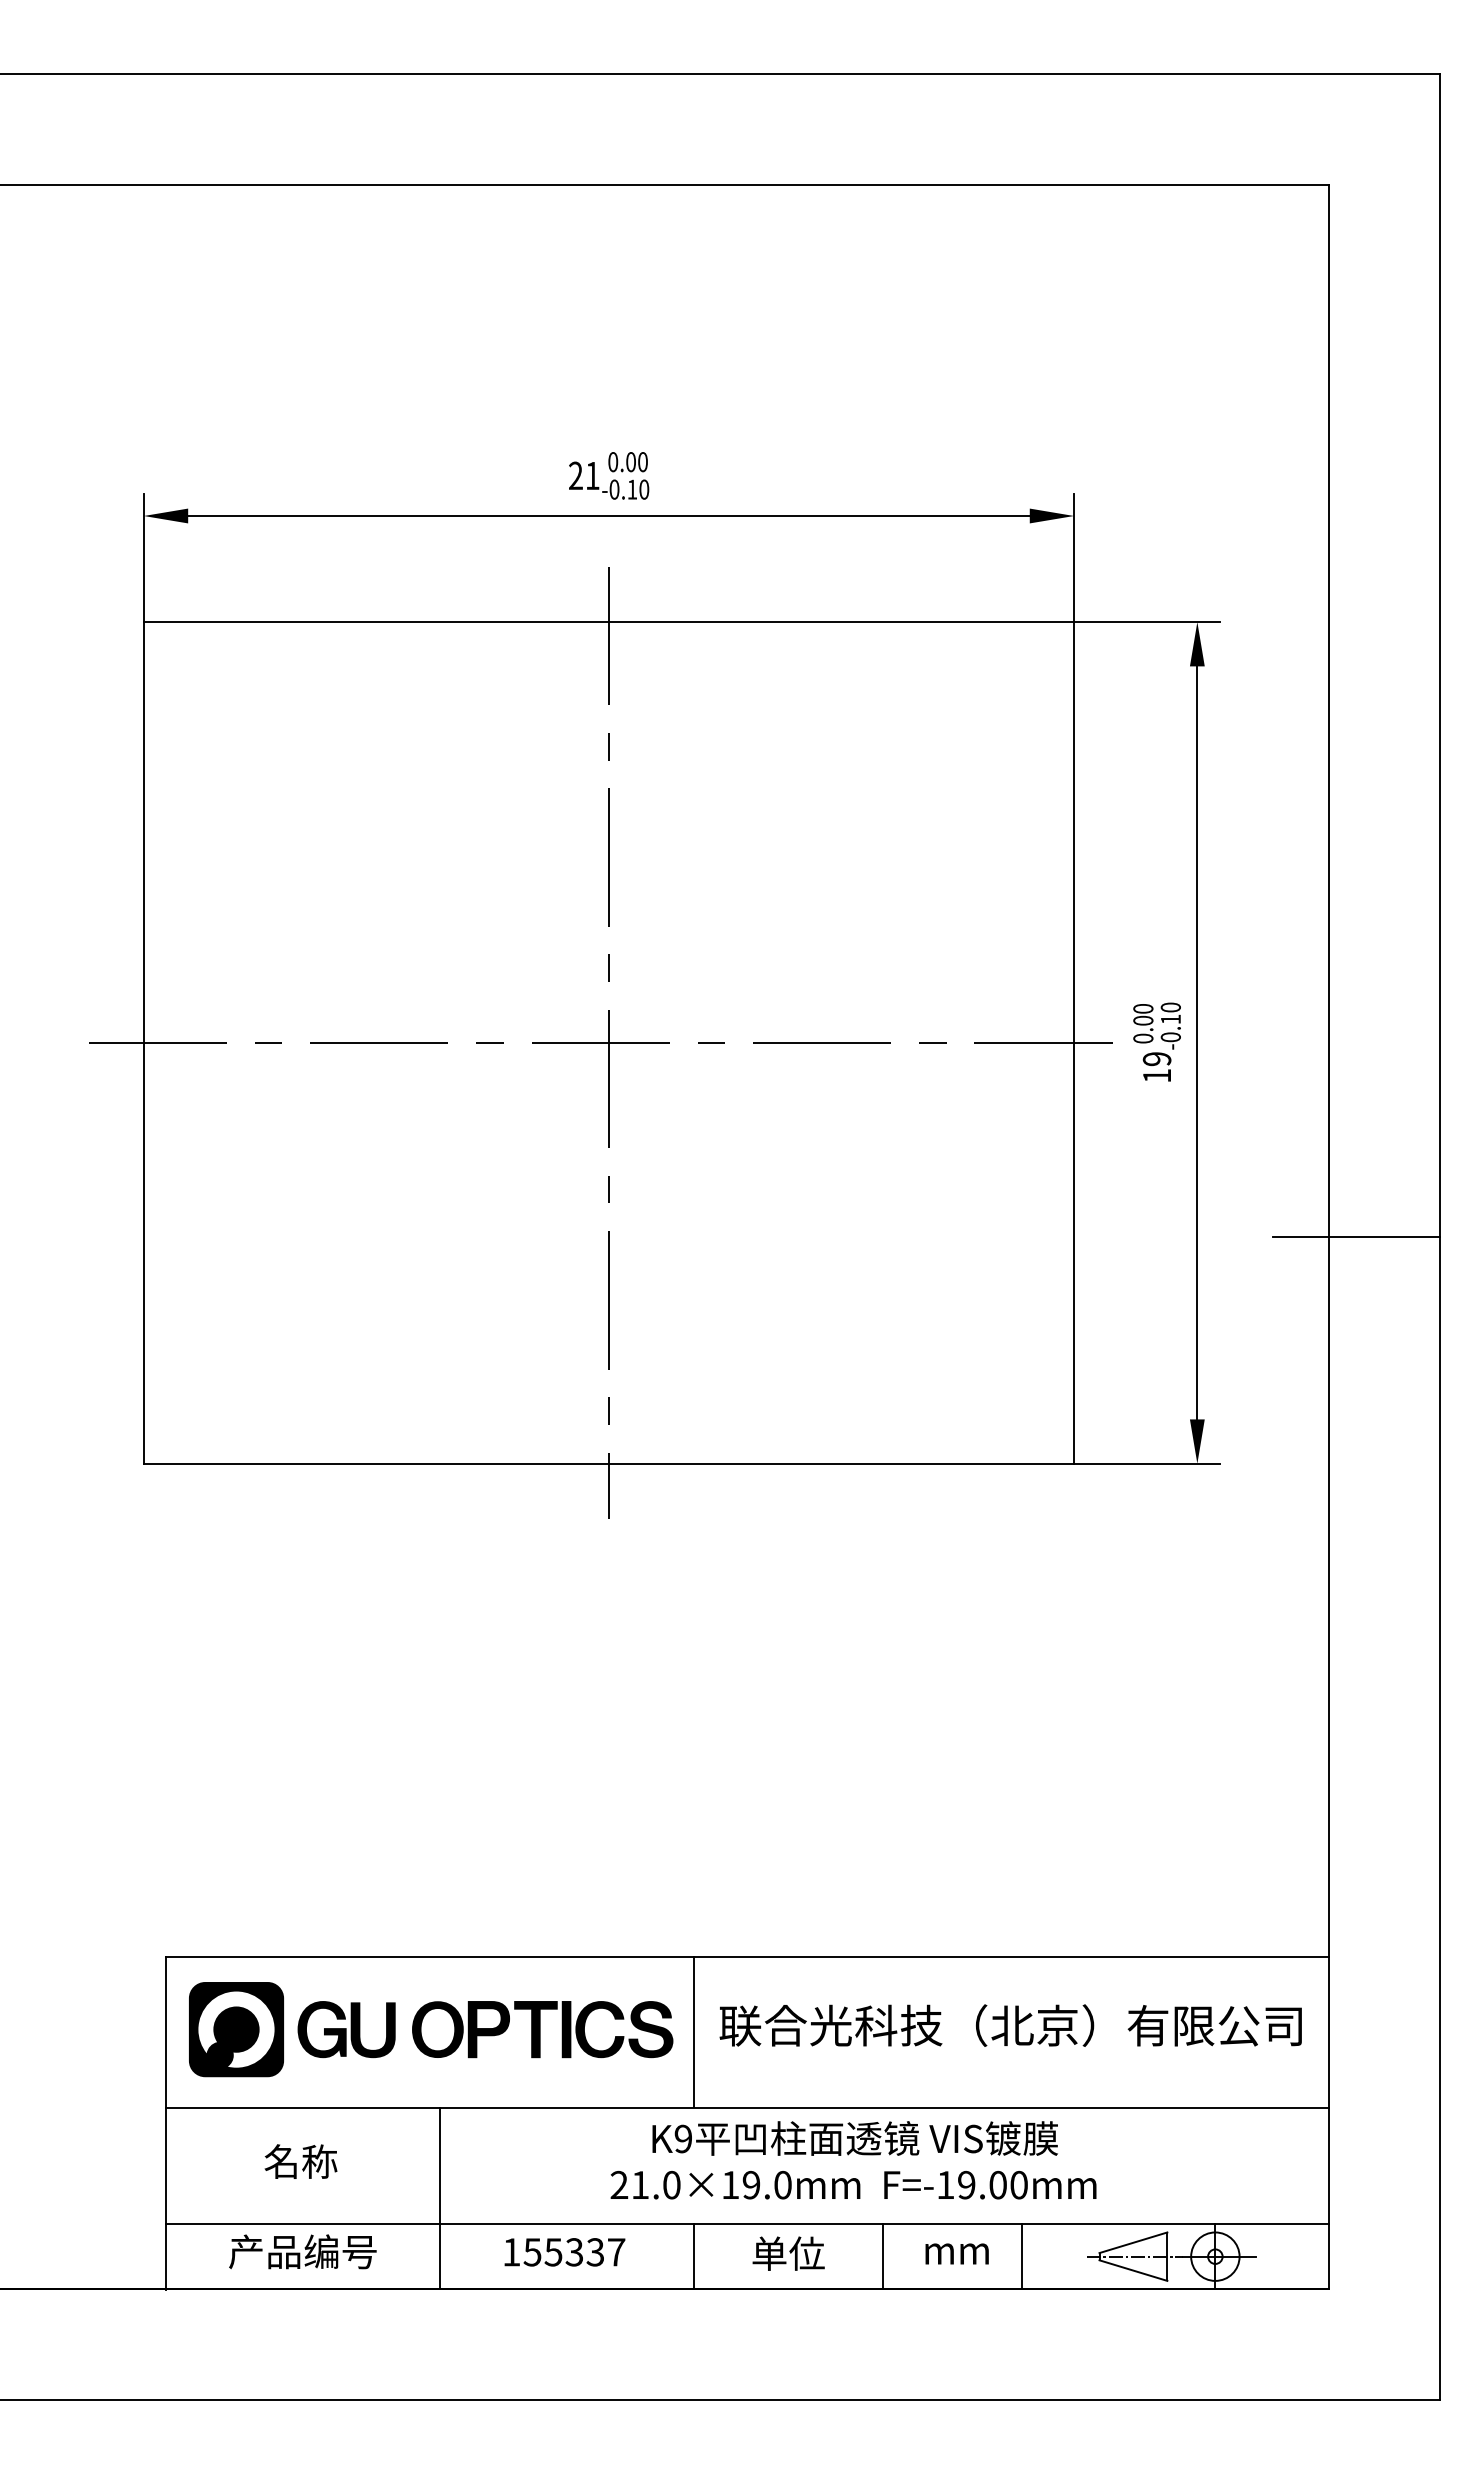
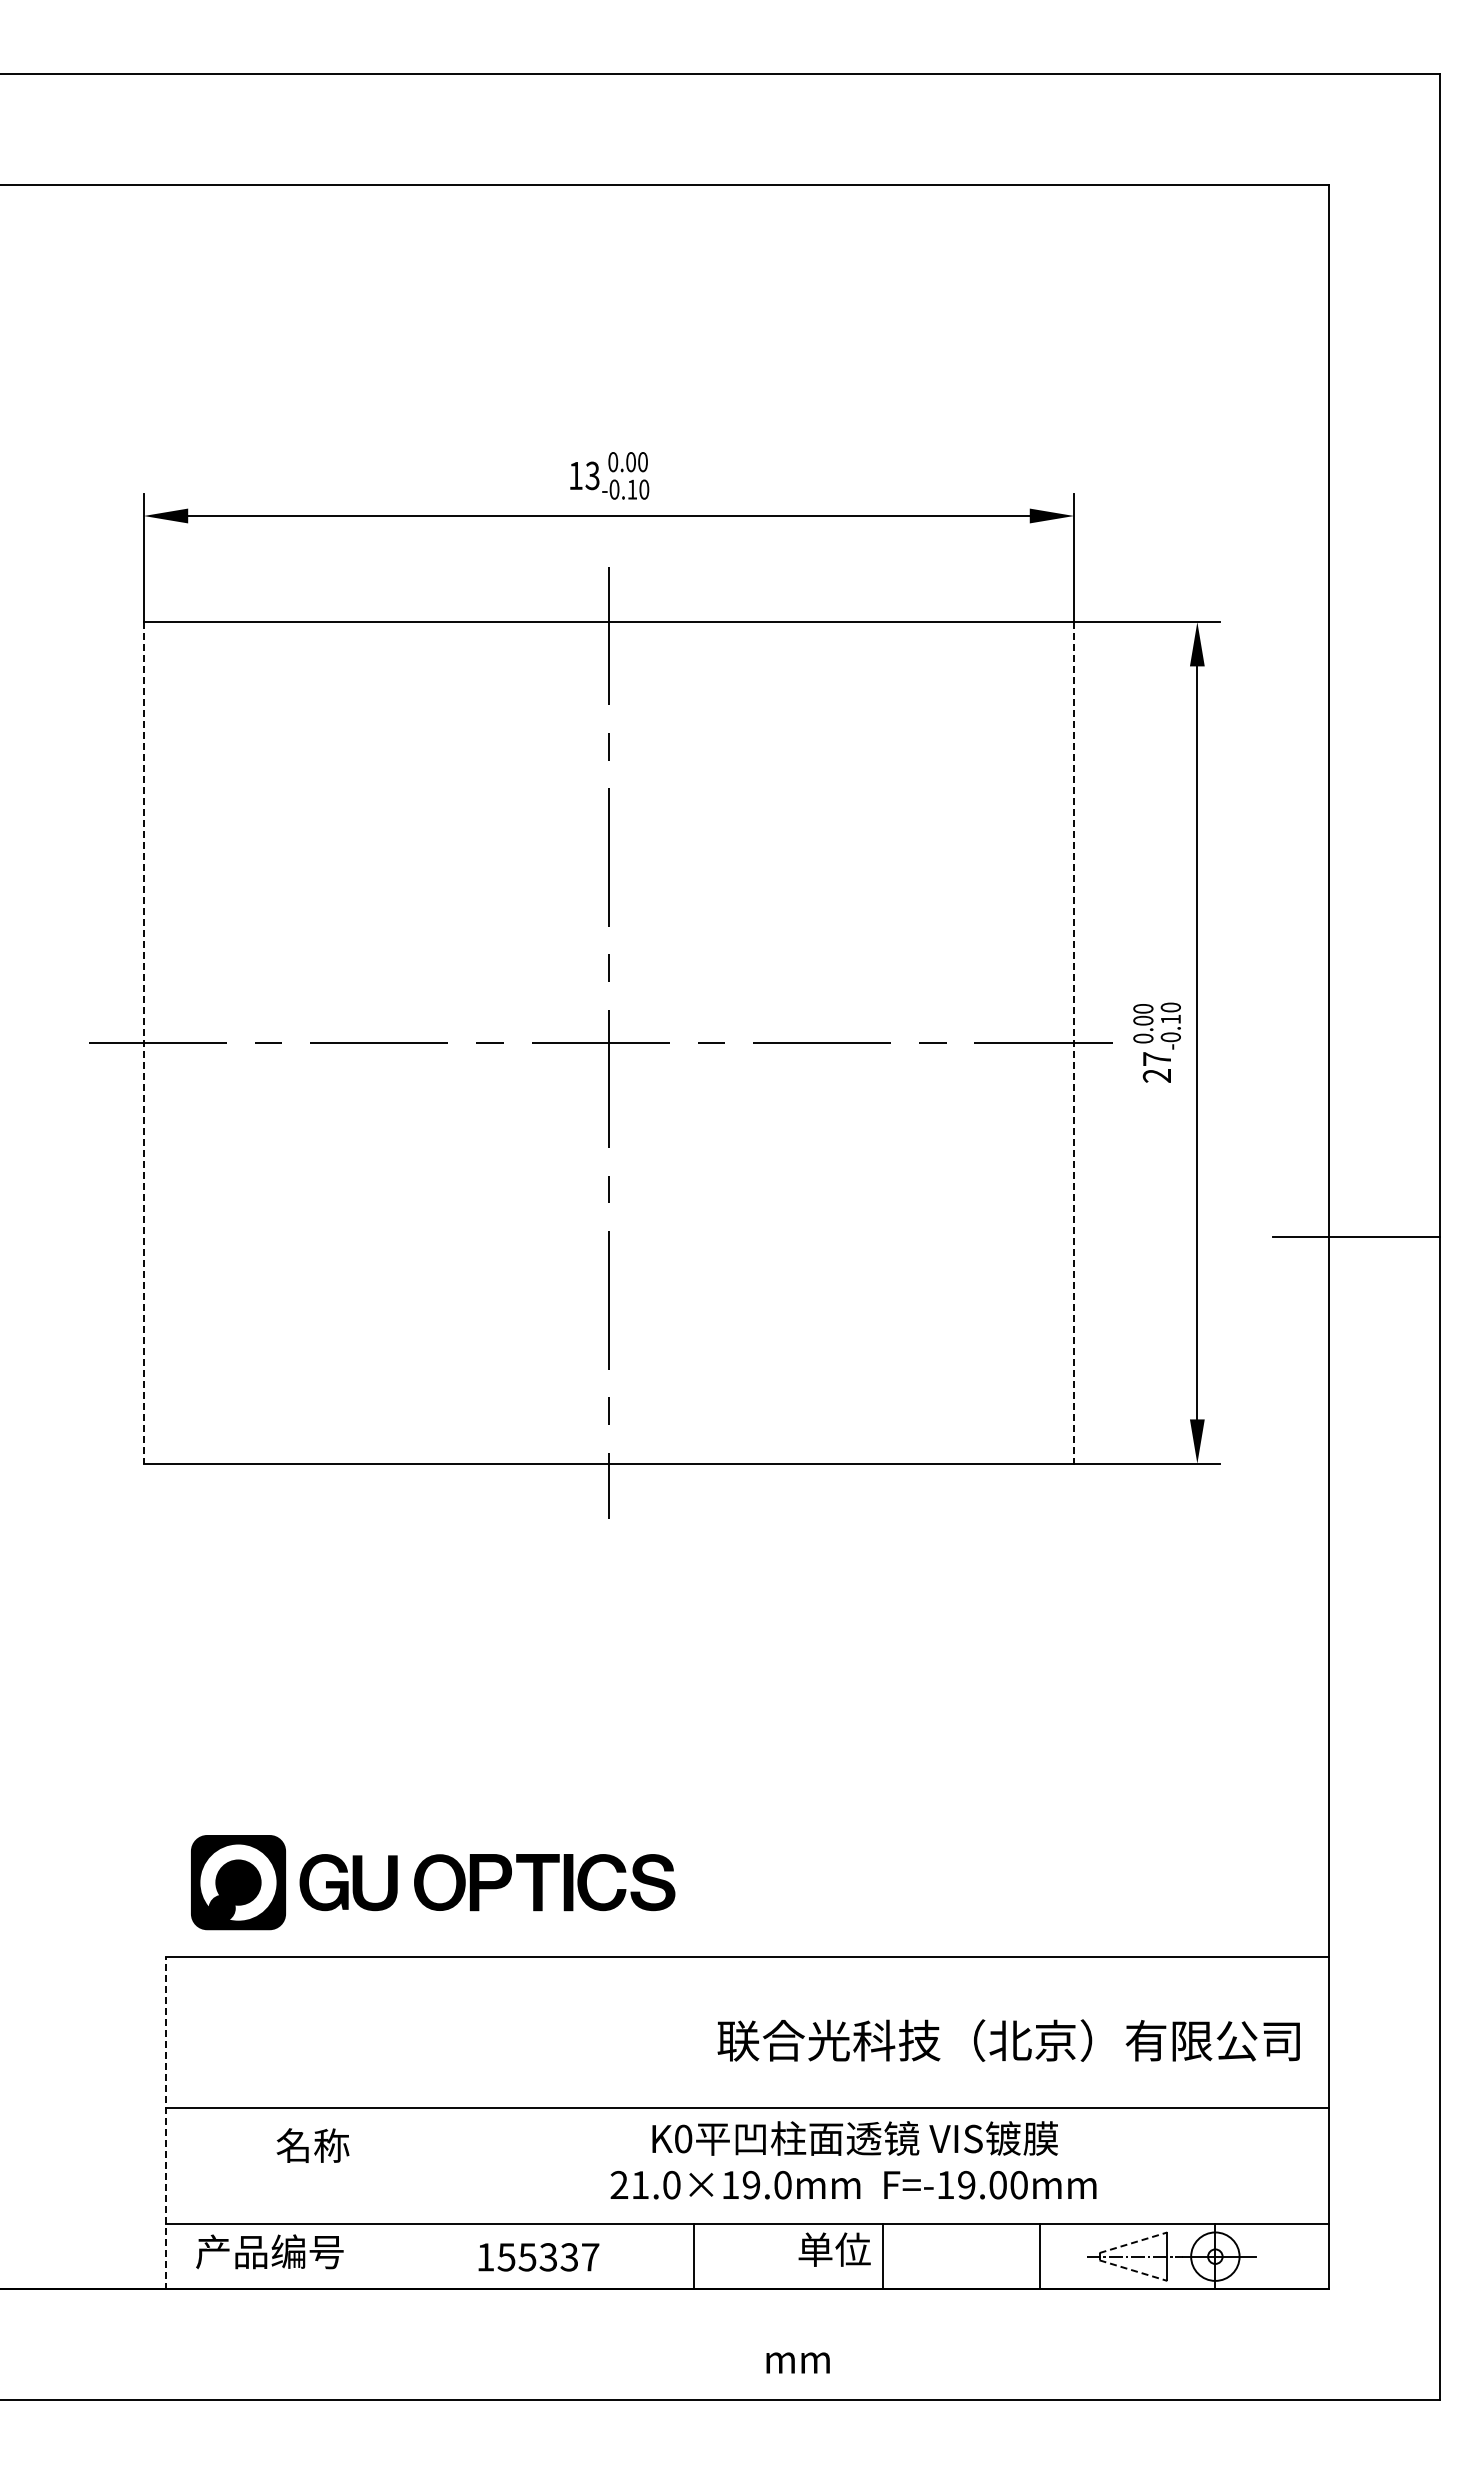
text at (584, 475): 21 -> 13
line at (143, 1042): solid -> dashed
line at (1074, 1042): solid -> dashed
text at (1156, 1067): 19 -> 27
text at (1010, 2025) position: (1010, 2025) -> (1008, 2040)
part at (431, 2029) position: (431, 2029) -> (433, 1882)
line at (693, 2031): present -> none
line at (166, 2123): solid -> dashed
text at (683, 2138): K9 -> K0
text at (300, 2161) position: (300, 2161) -> (312, 2145)
line at (440, 2198): present -> none
line at (1133, 2242): solid -> dashed
text at (302, 2251) position: (302, 2251) -> (269, 2251)
text at (564, 2252) position: (564, 2252) -> (538, 2257)
text at (788, 2253) position: (788, 2253) -> (834, 2249)
text at (956, 2253) position: (956, 2253) -> (797, 2362)
line at (1022, 2256) position: (1022, 2256) -> (1040, 2256)
line at (1133, 2270): solid -> dashed
